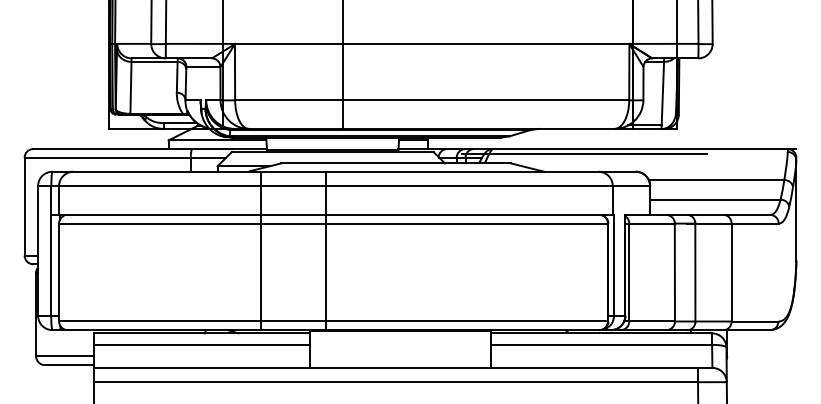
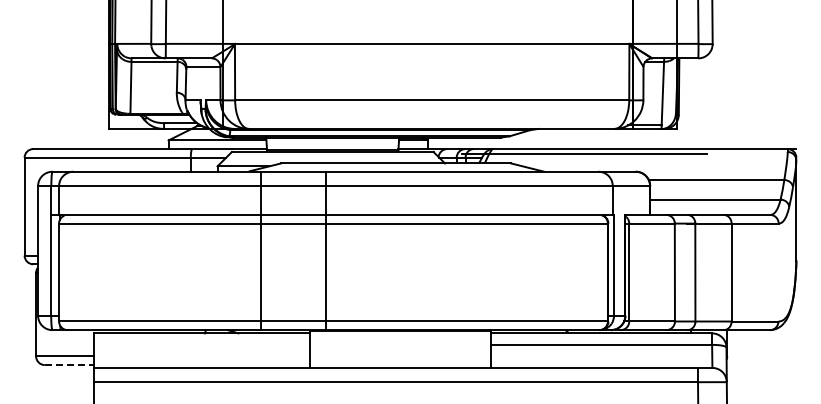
line at (342, 65): present -> none
line at (201, 344): present -> none
line at (69, 365): solid -> dashed
